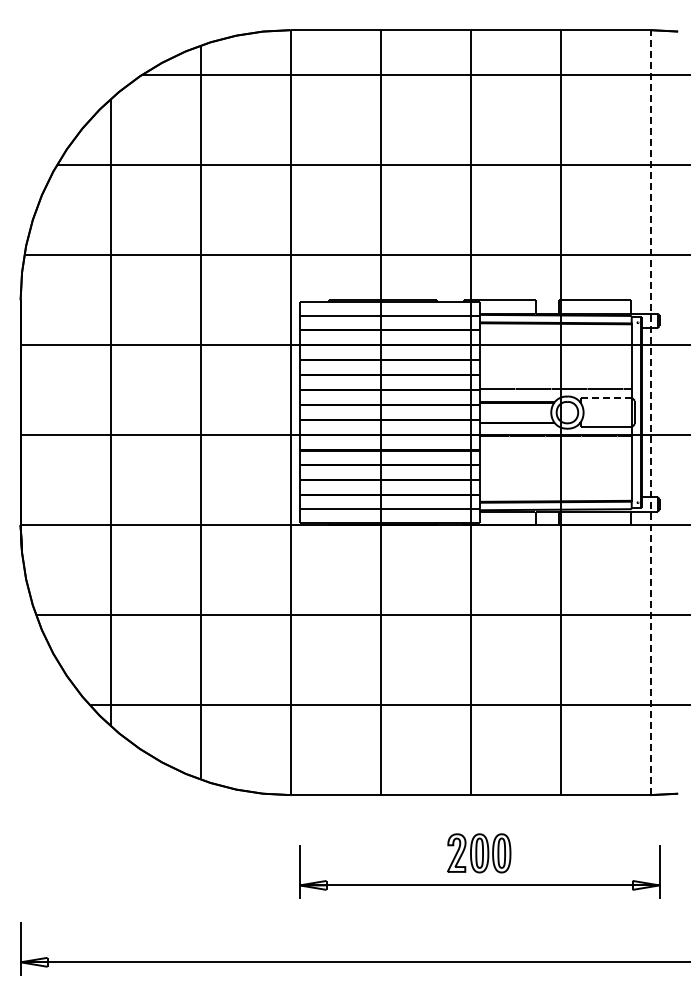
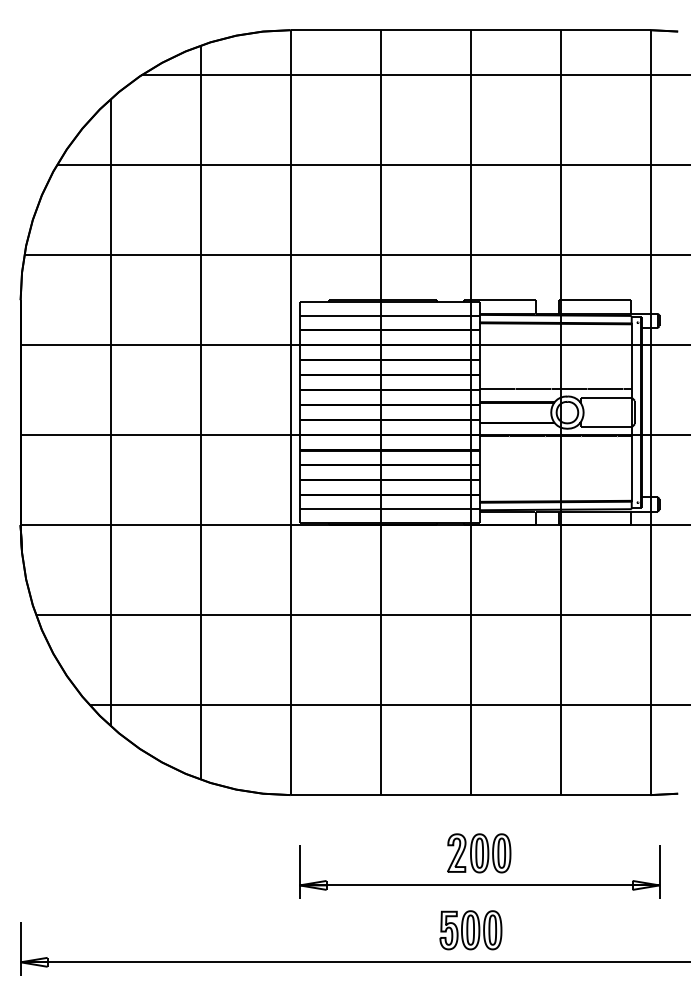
line at (606, 398): dashed -> solid
line at (650, 412): dashed -> solid
part at (470, 930): none -> present
